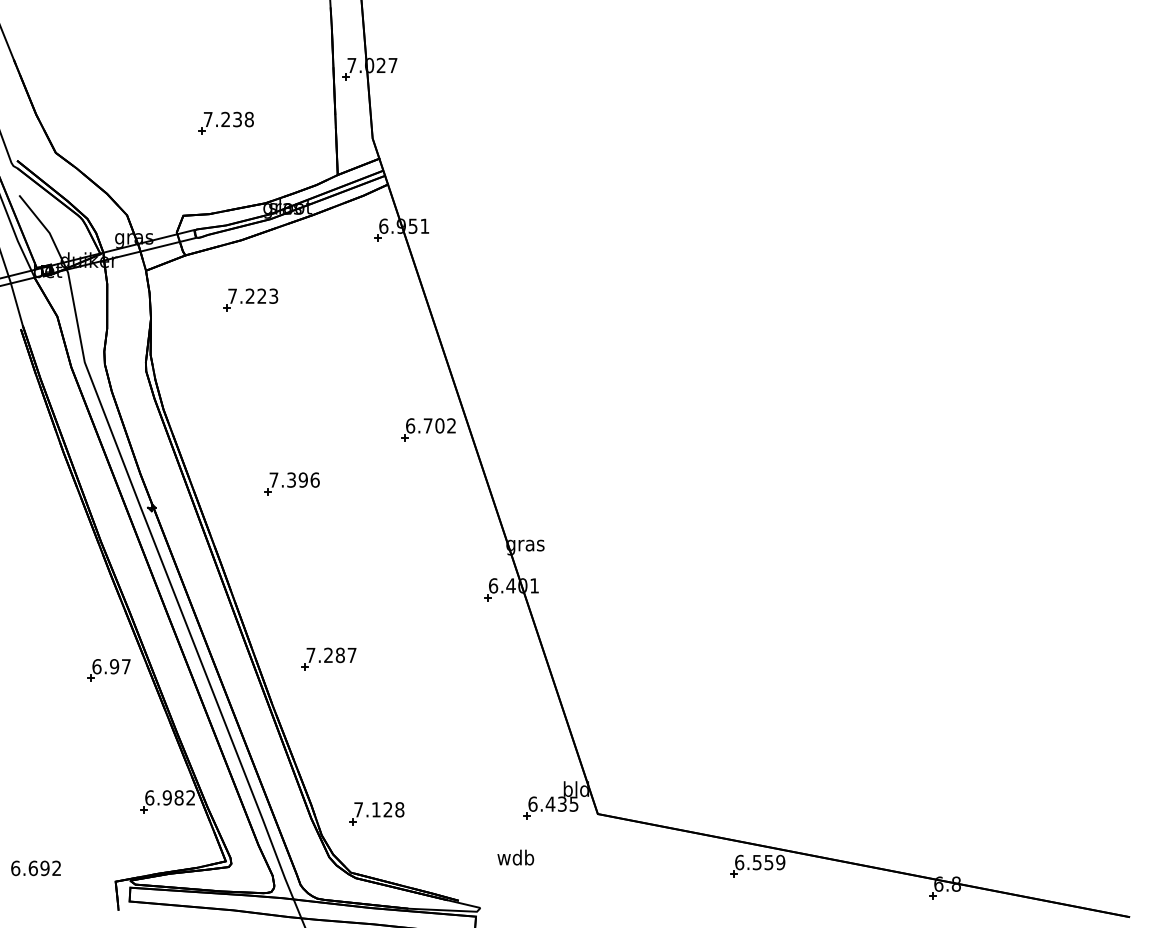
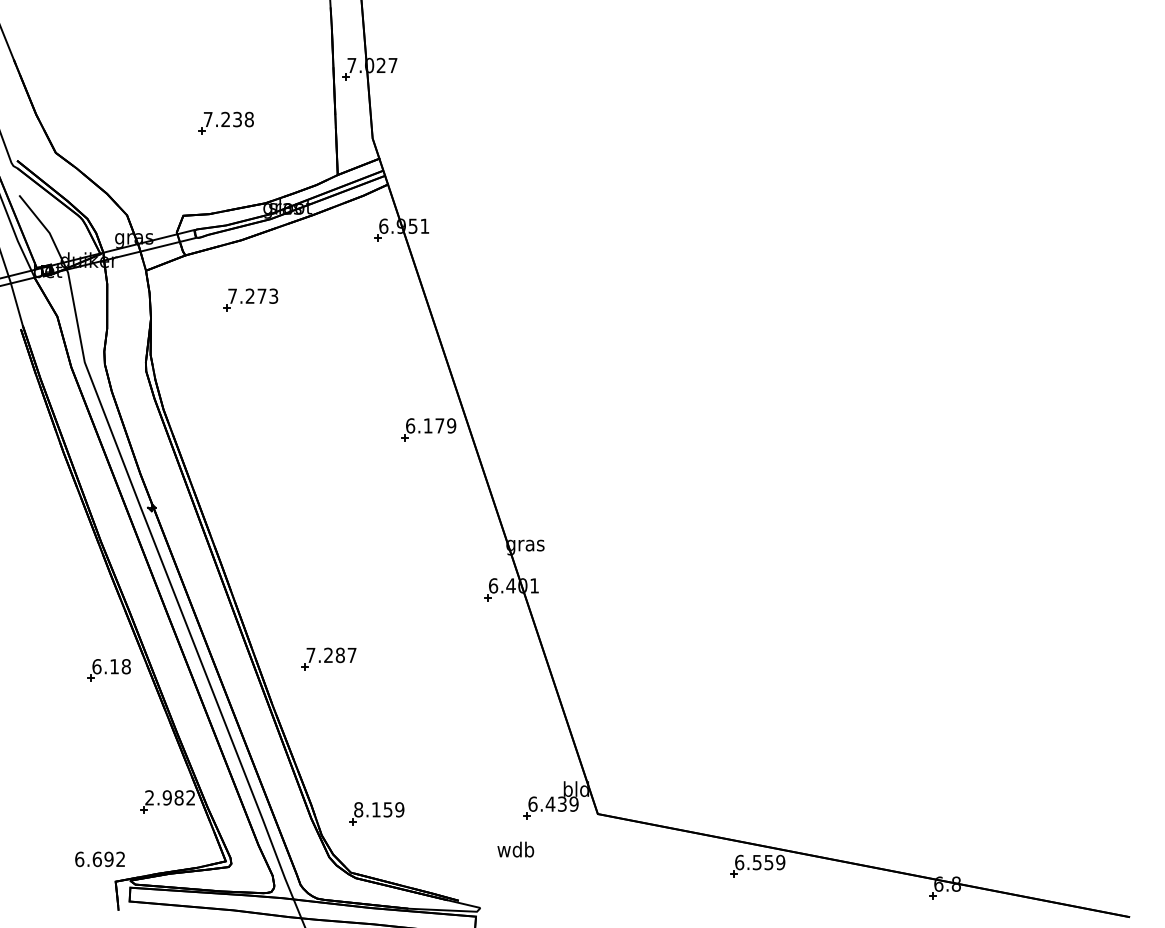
text at (261, 295): 7.223 -> 7.273
text at (439, 425): 6.702 -> 6.179
part at (291, 483): present -> none
text at (120, 666): 6.97 -> 6.18
text at (149, 797): 6.982 -> 2.982
text at (573, 803): 6.435 -> 6.439
text at (379, 809): 7.128 -> 8.159
text at (515, 857) position: (515, 857) -> (515, 849)
text at (35, 868) position: (35, 868) -> (99, 859)
